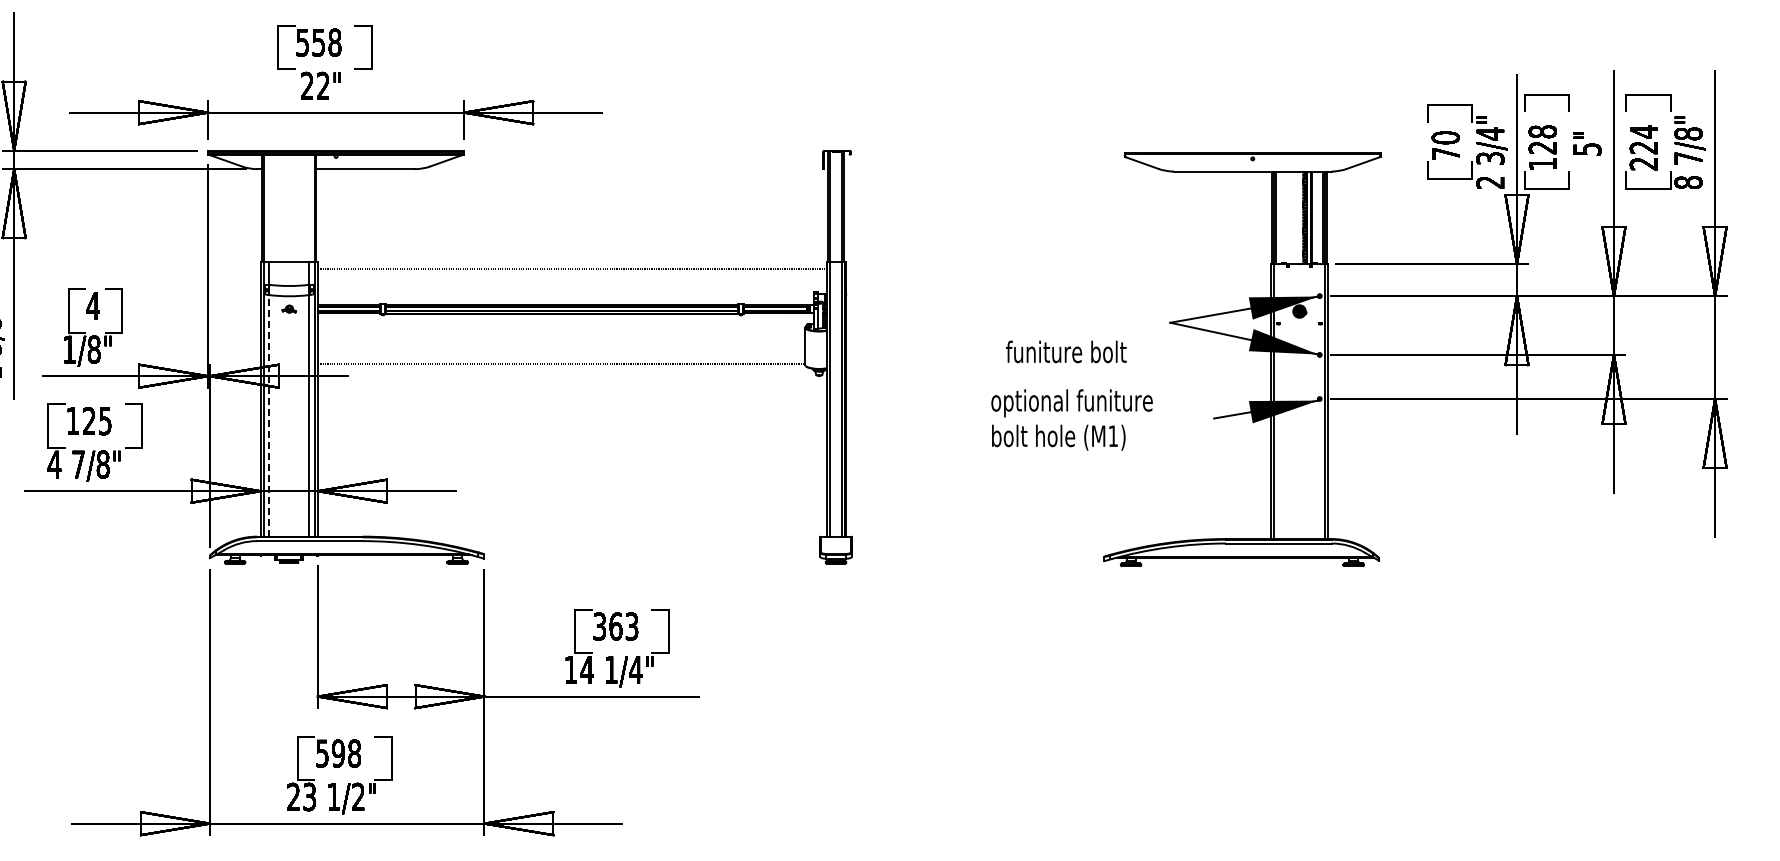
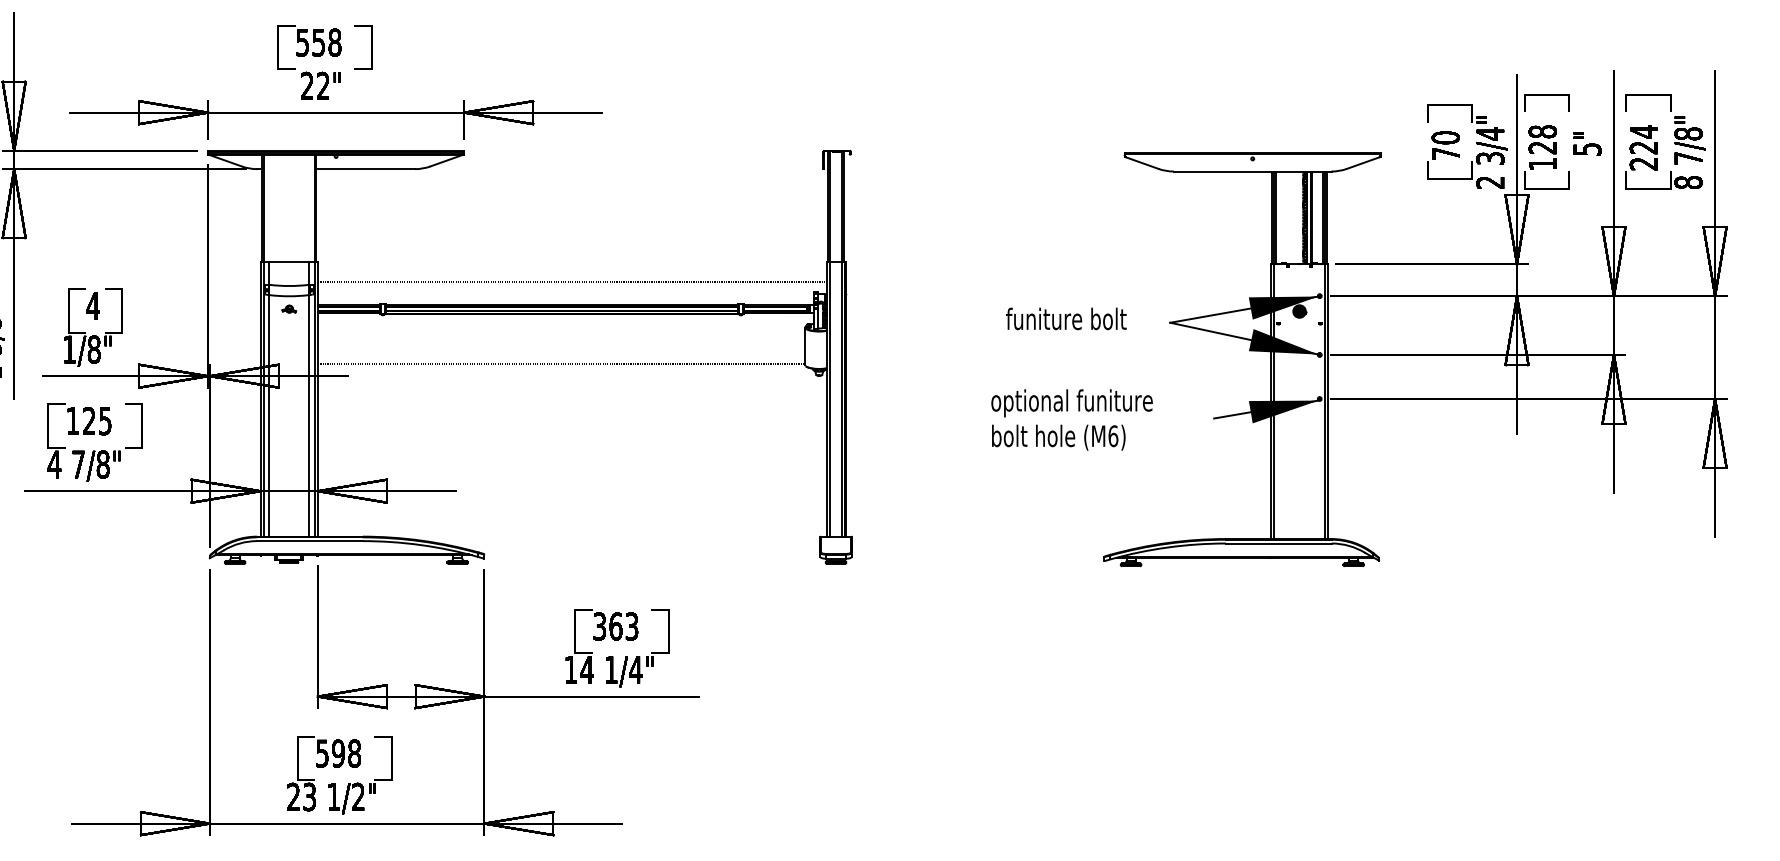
line at (572, 268) position: (572, 268) -> (572, 281)
text at (1066, 351) position: (1066, 351) -> (1066, 318)
line at (269, 415): dashed -> solid
text at (1113, 436): (M1) -> (M6)
